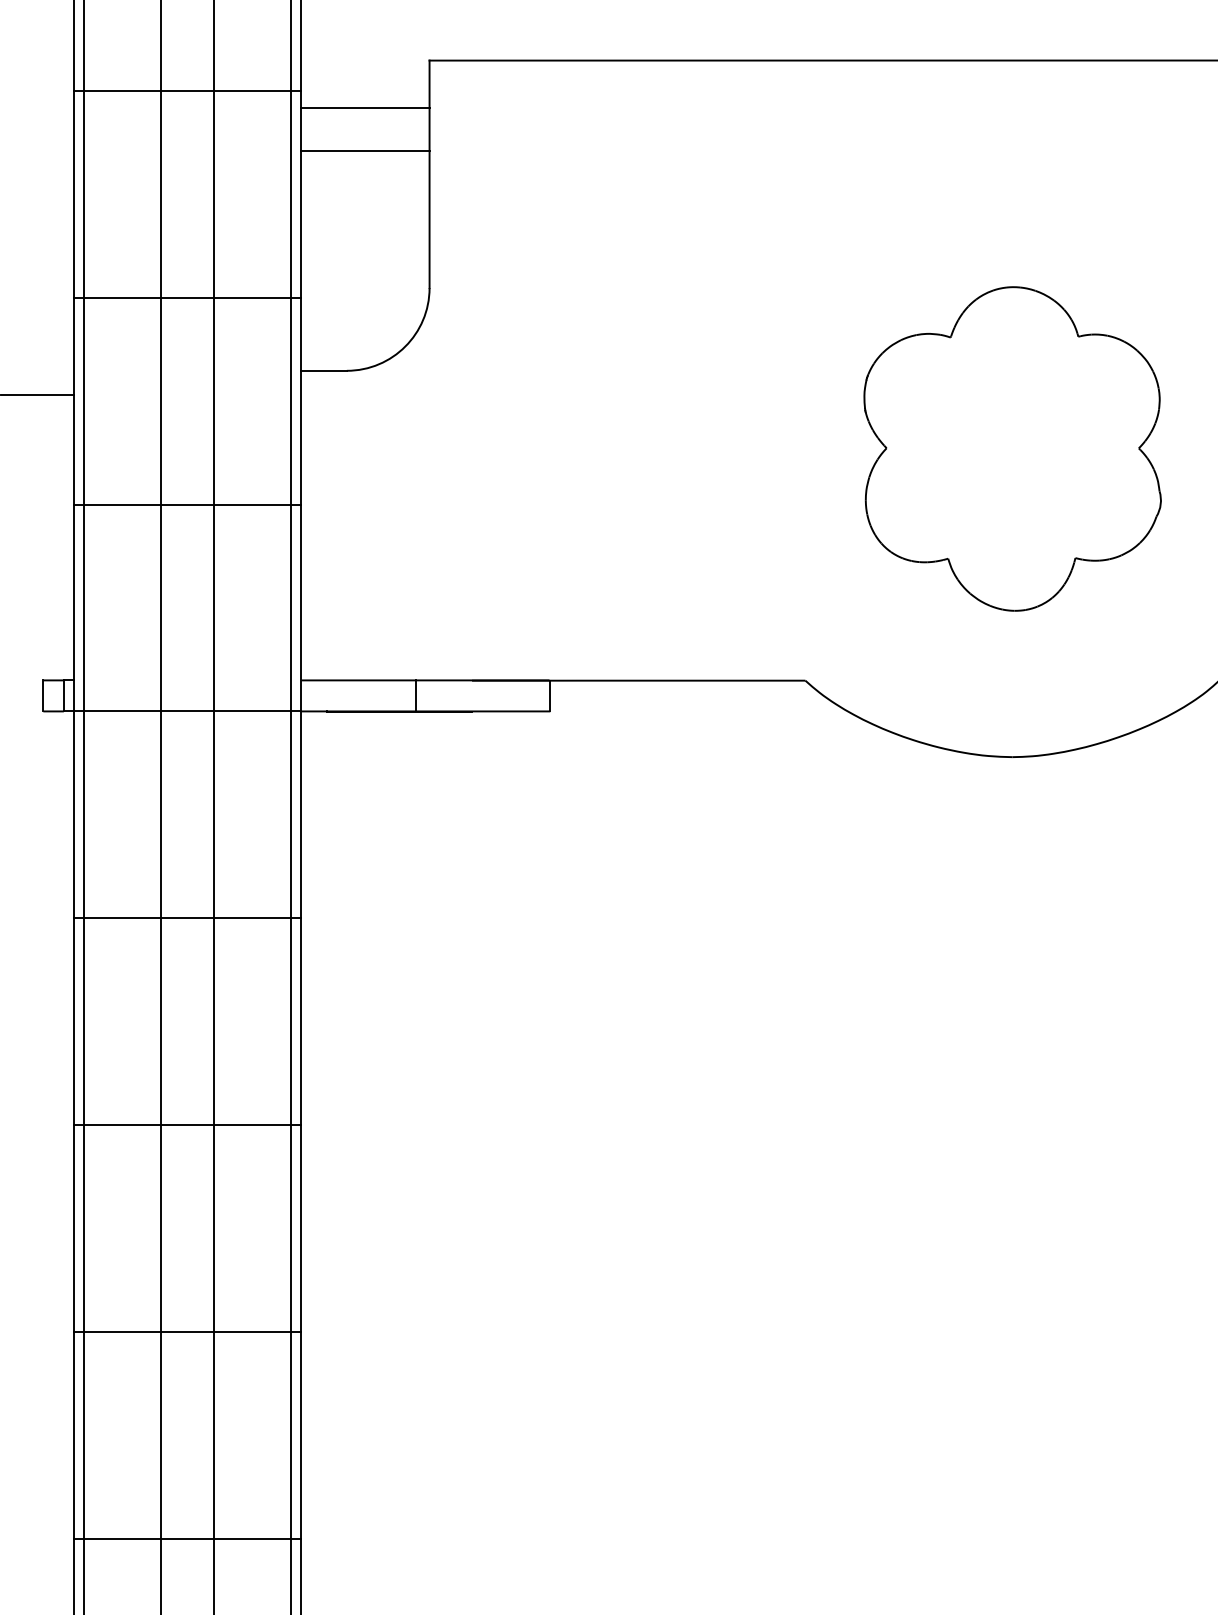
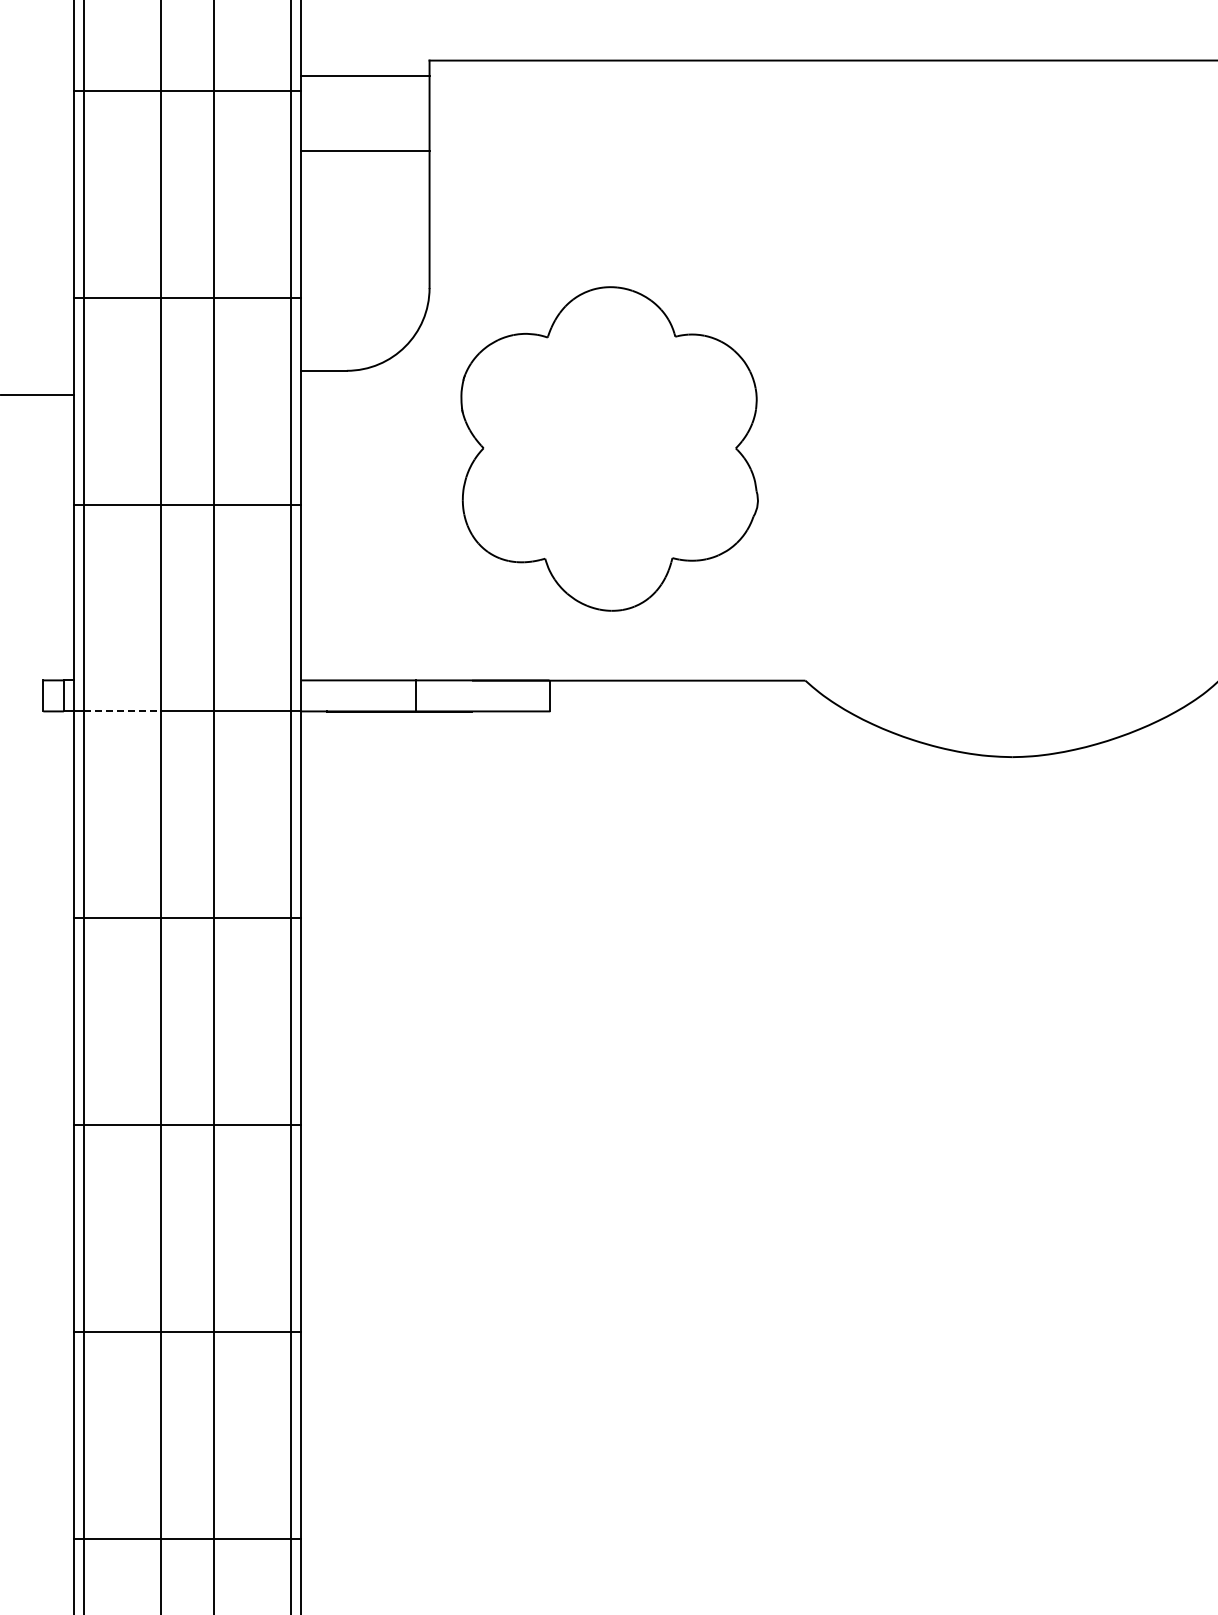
line at (365, 107) position: (365, 107) -> (365, 75)
part at (1012, 448) position: (1012, 448) -> (609, 448)
line at (122, 711): solid -> dashed
